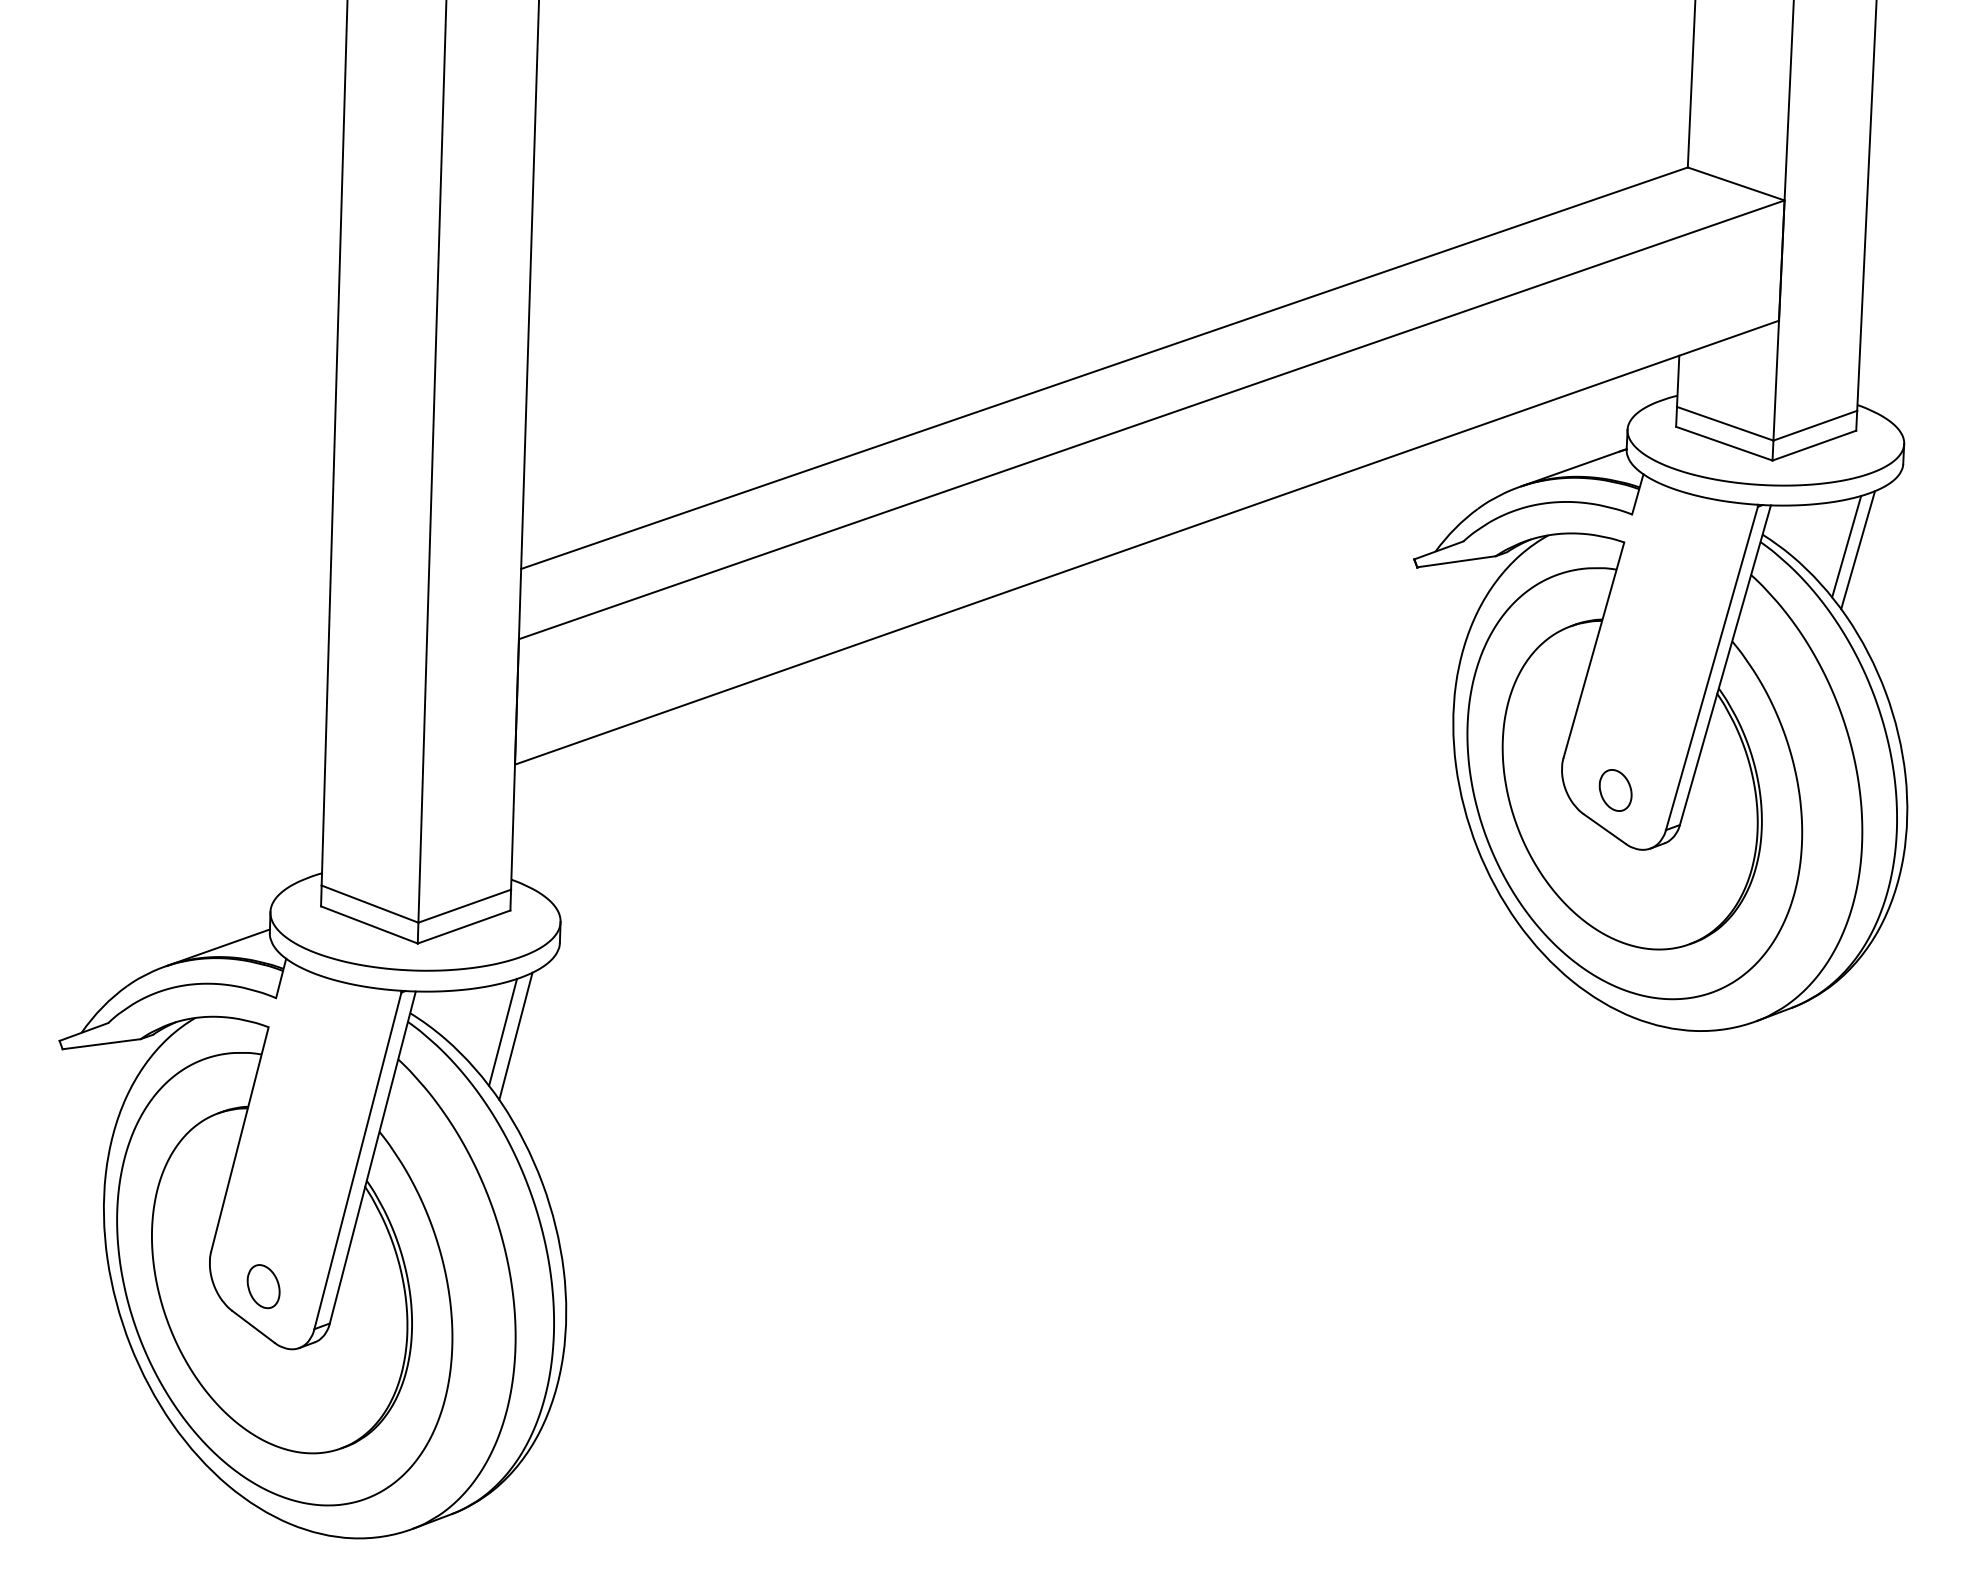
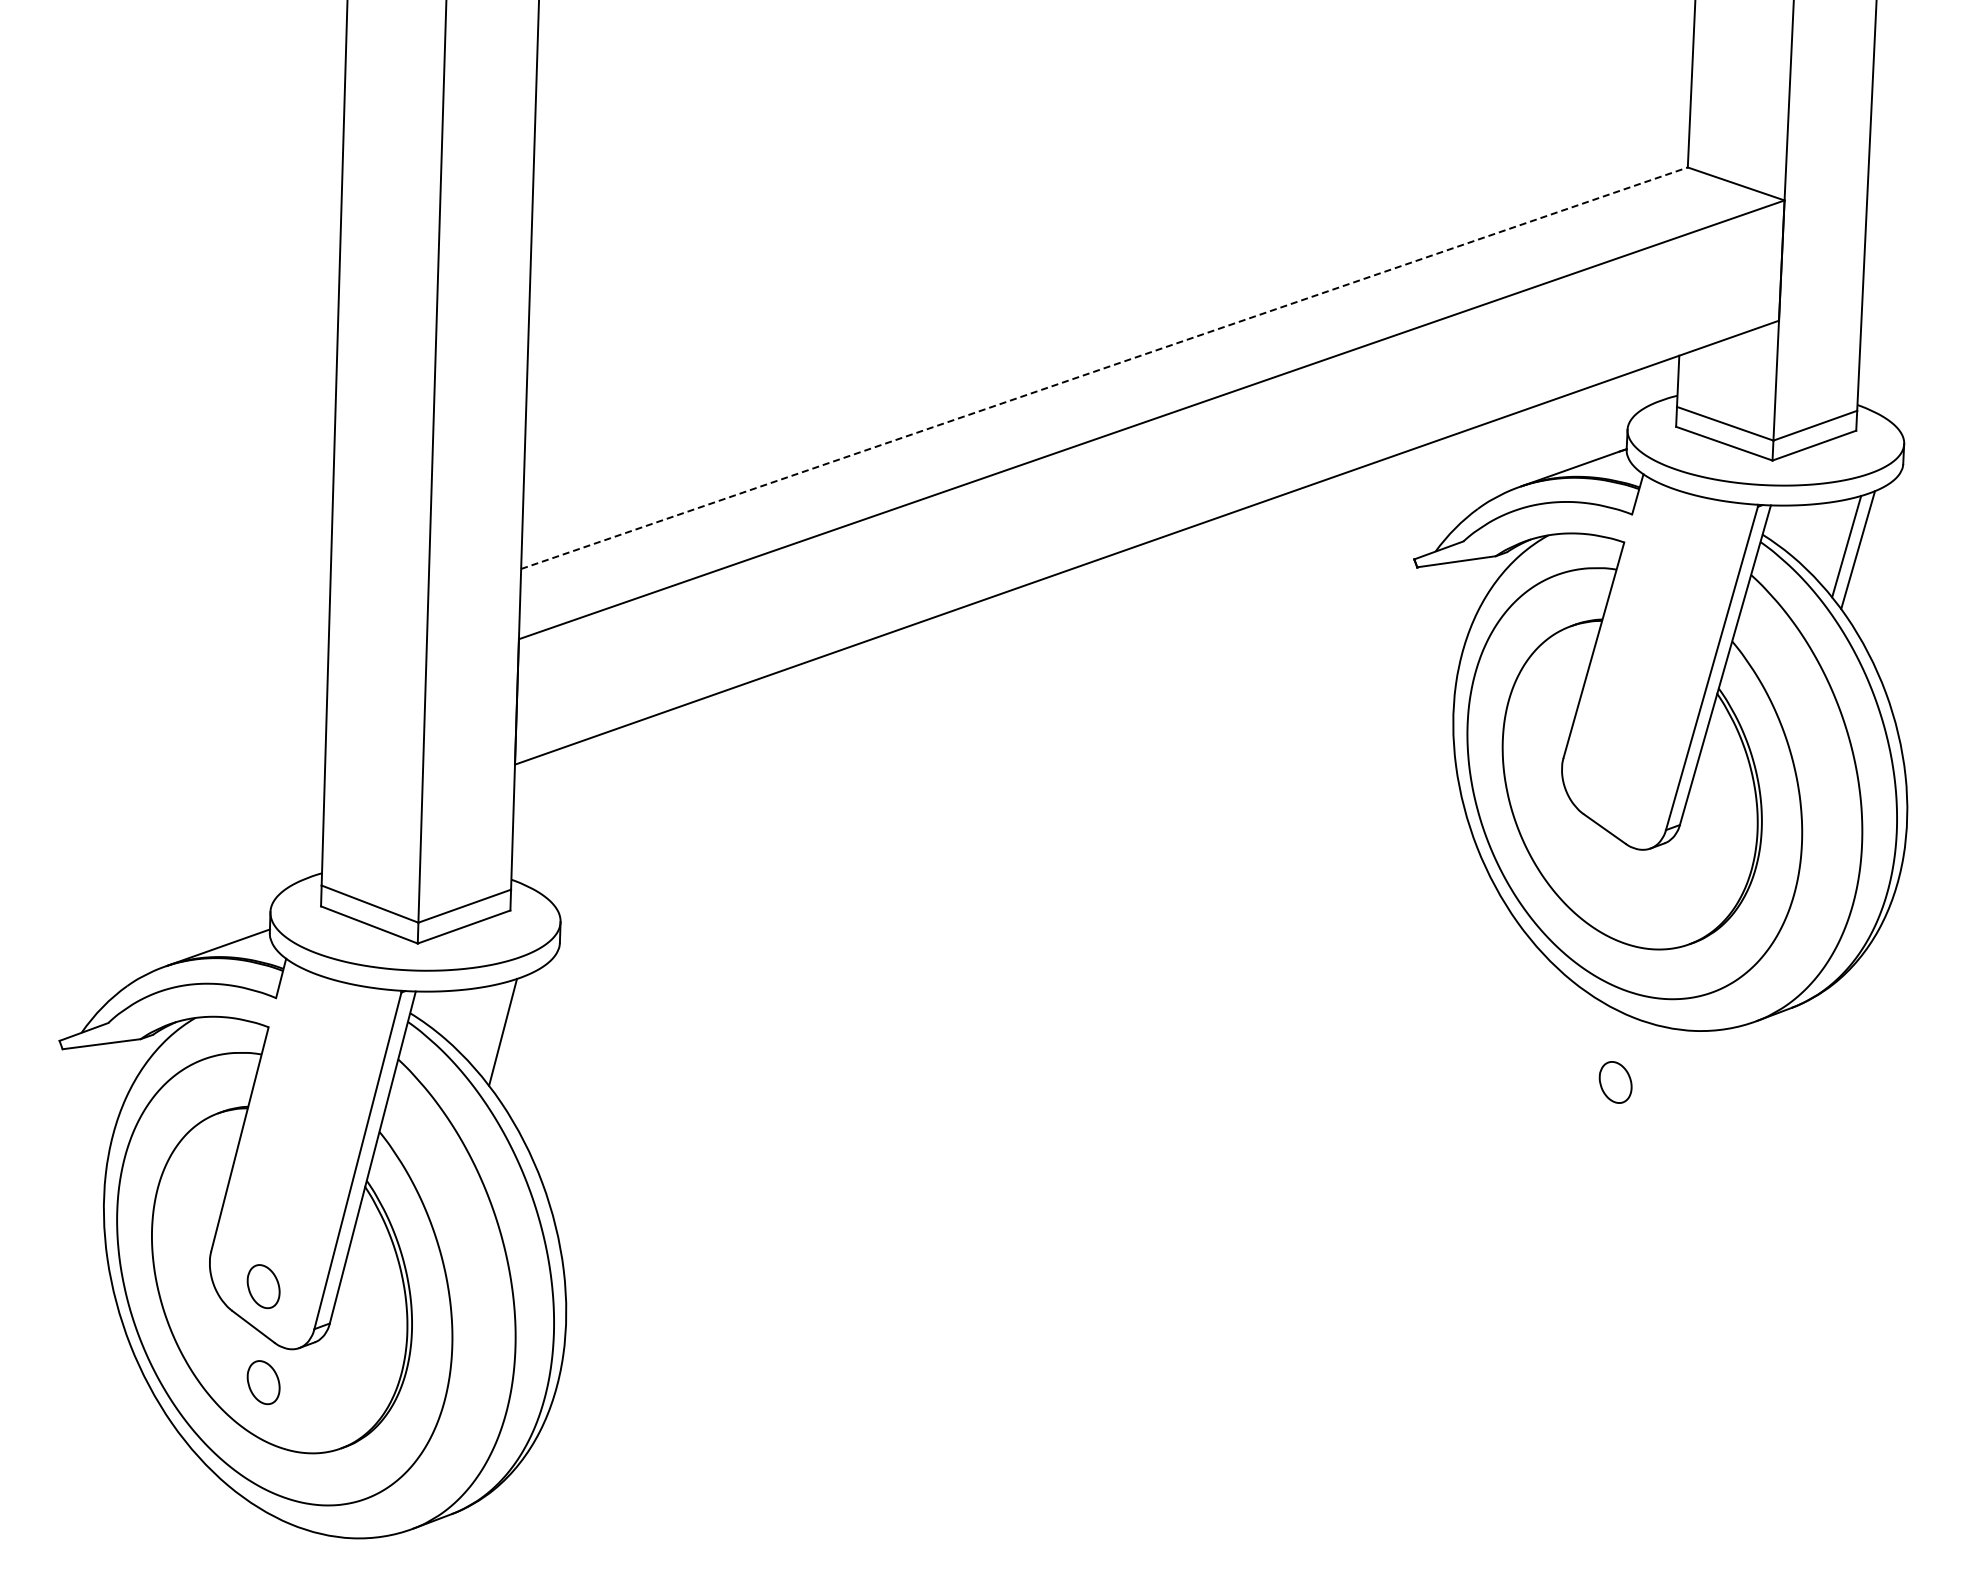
line at (1104, 368): solid -> dashed
part at (1615, 790) position: (1615, 790) -> (1615, 1082)
line at (515, 1035): present -> none
part at (263, 1382): none -> present
